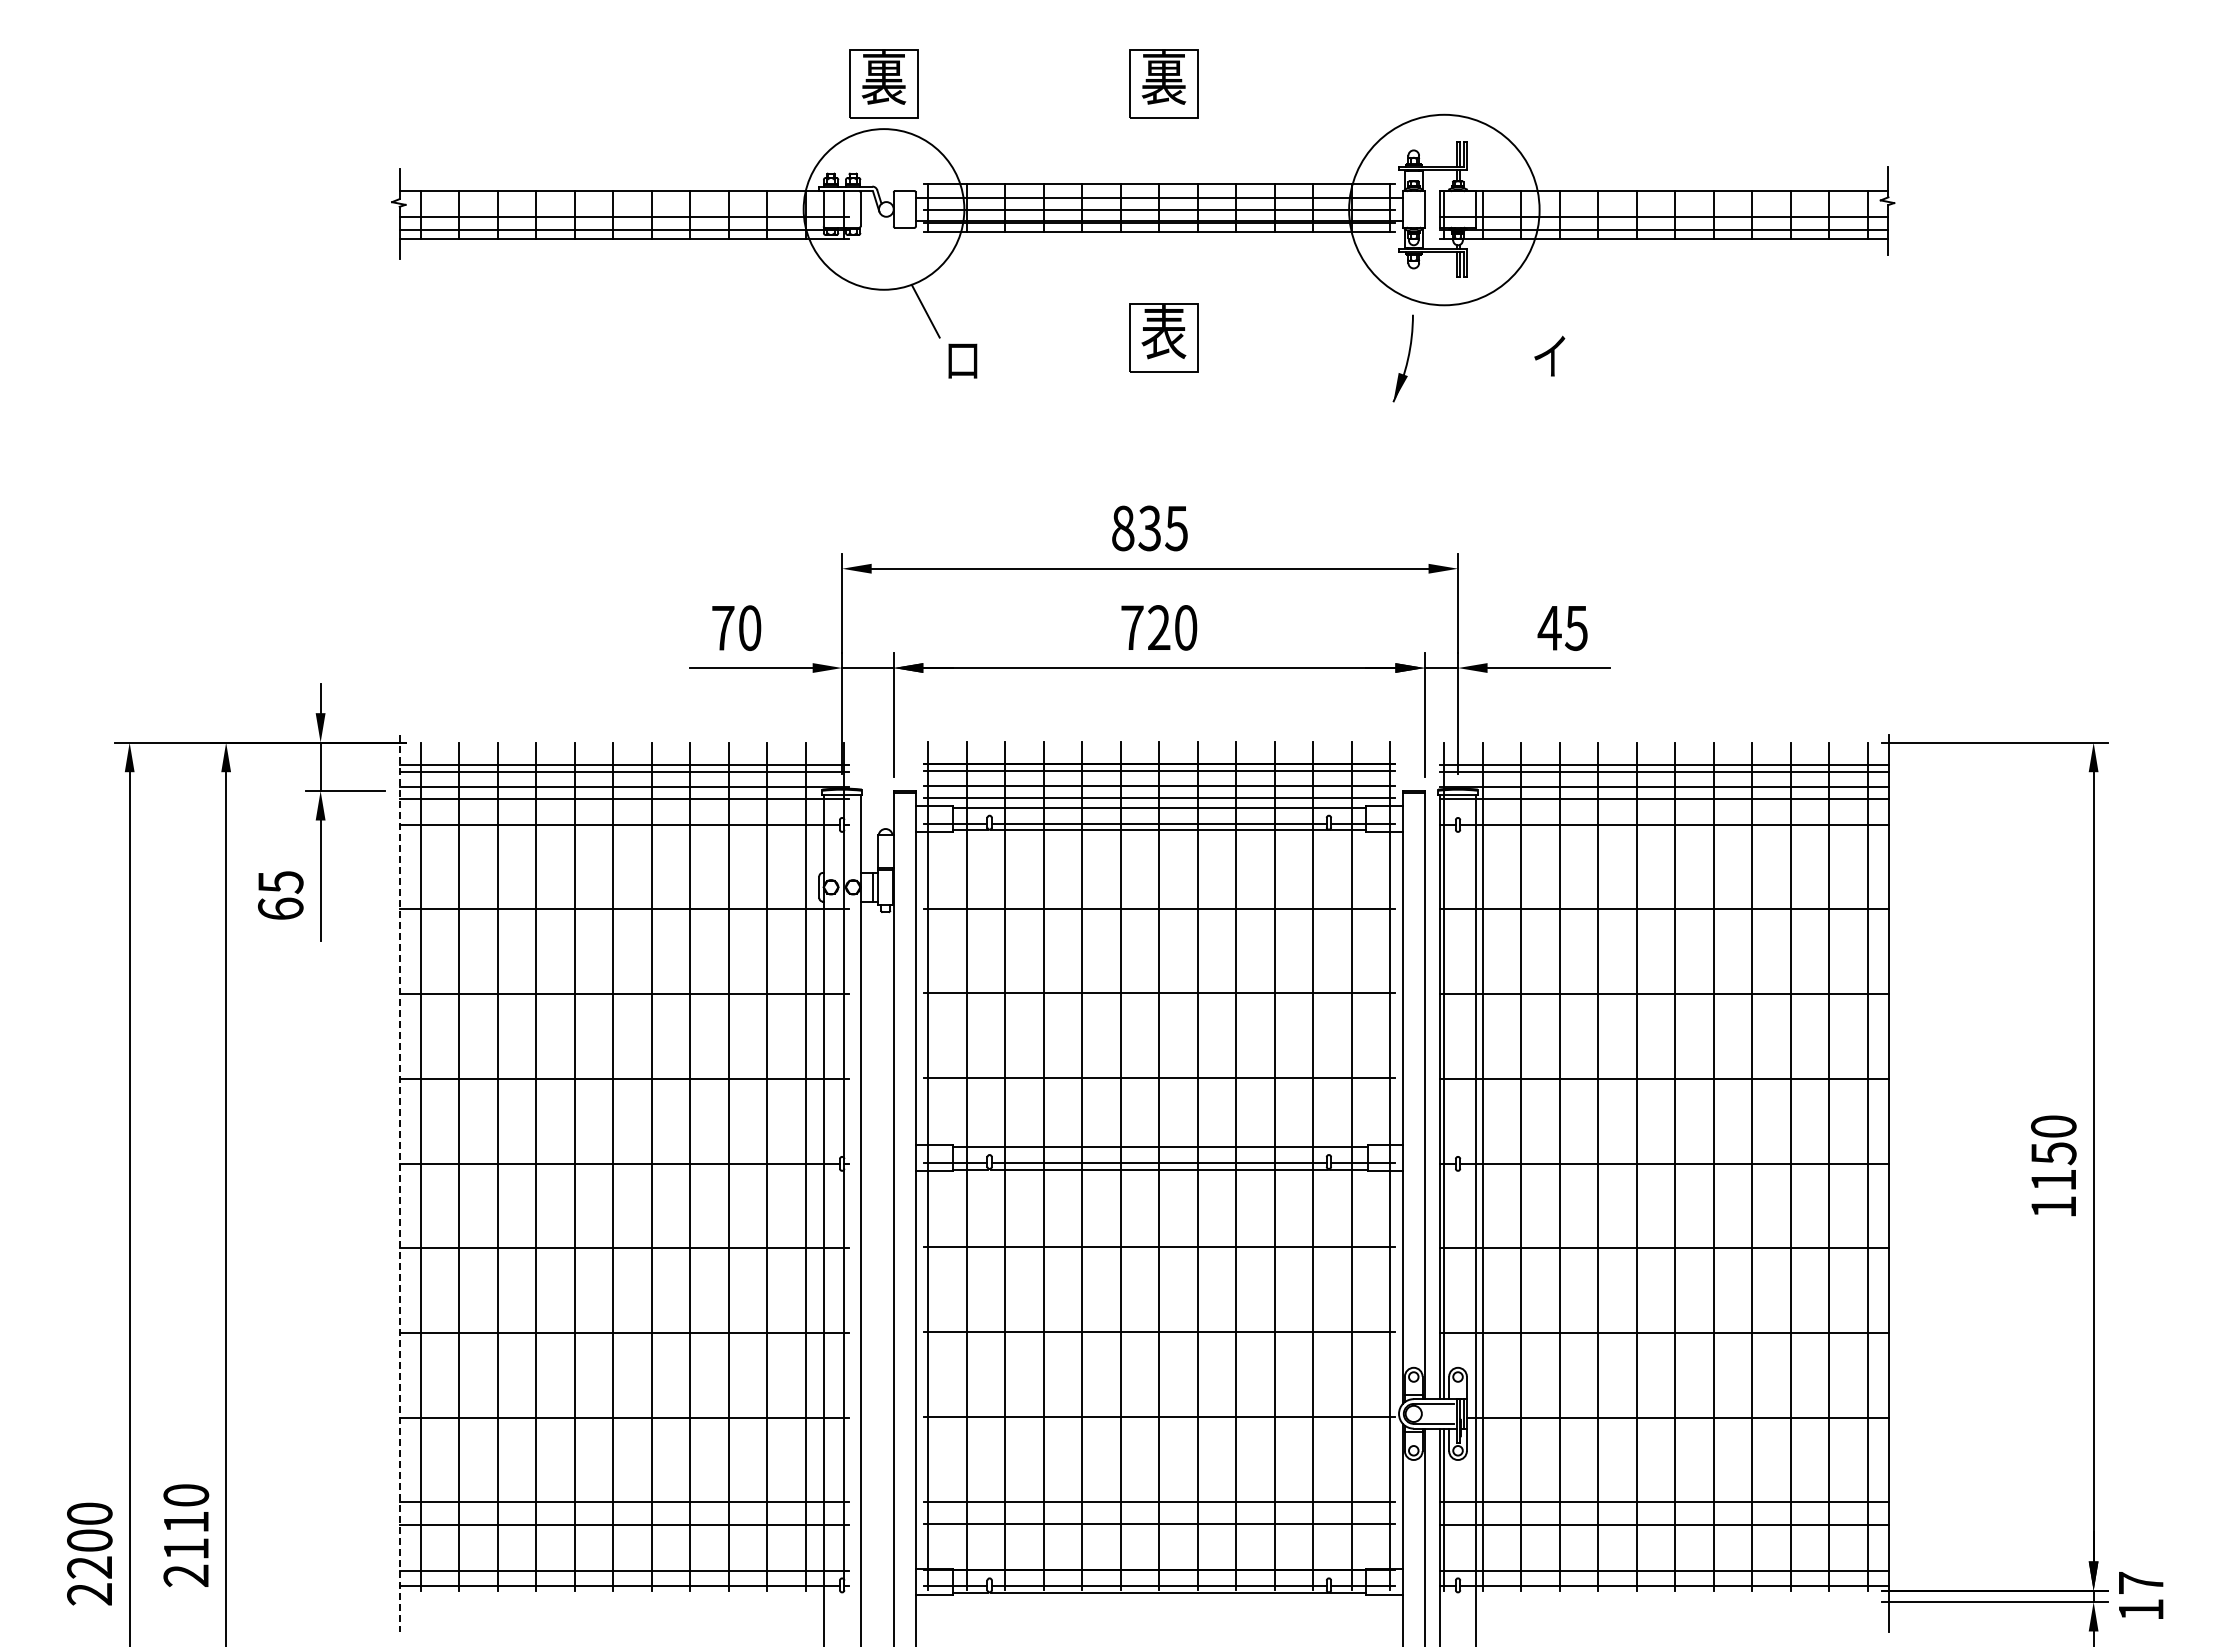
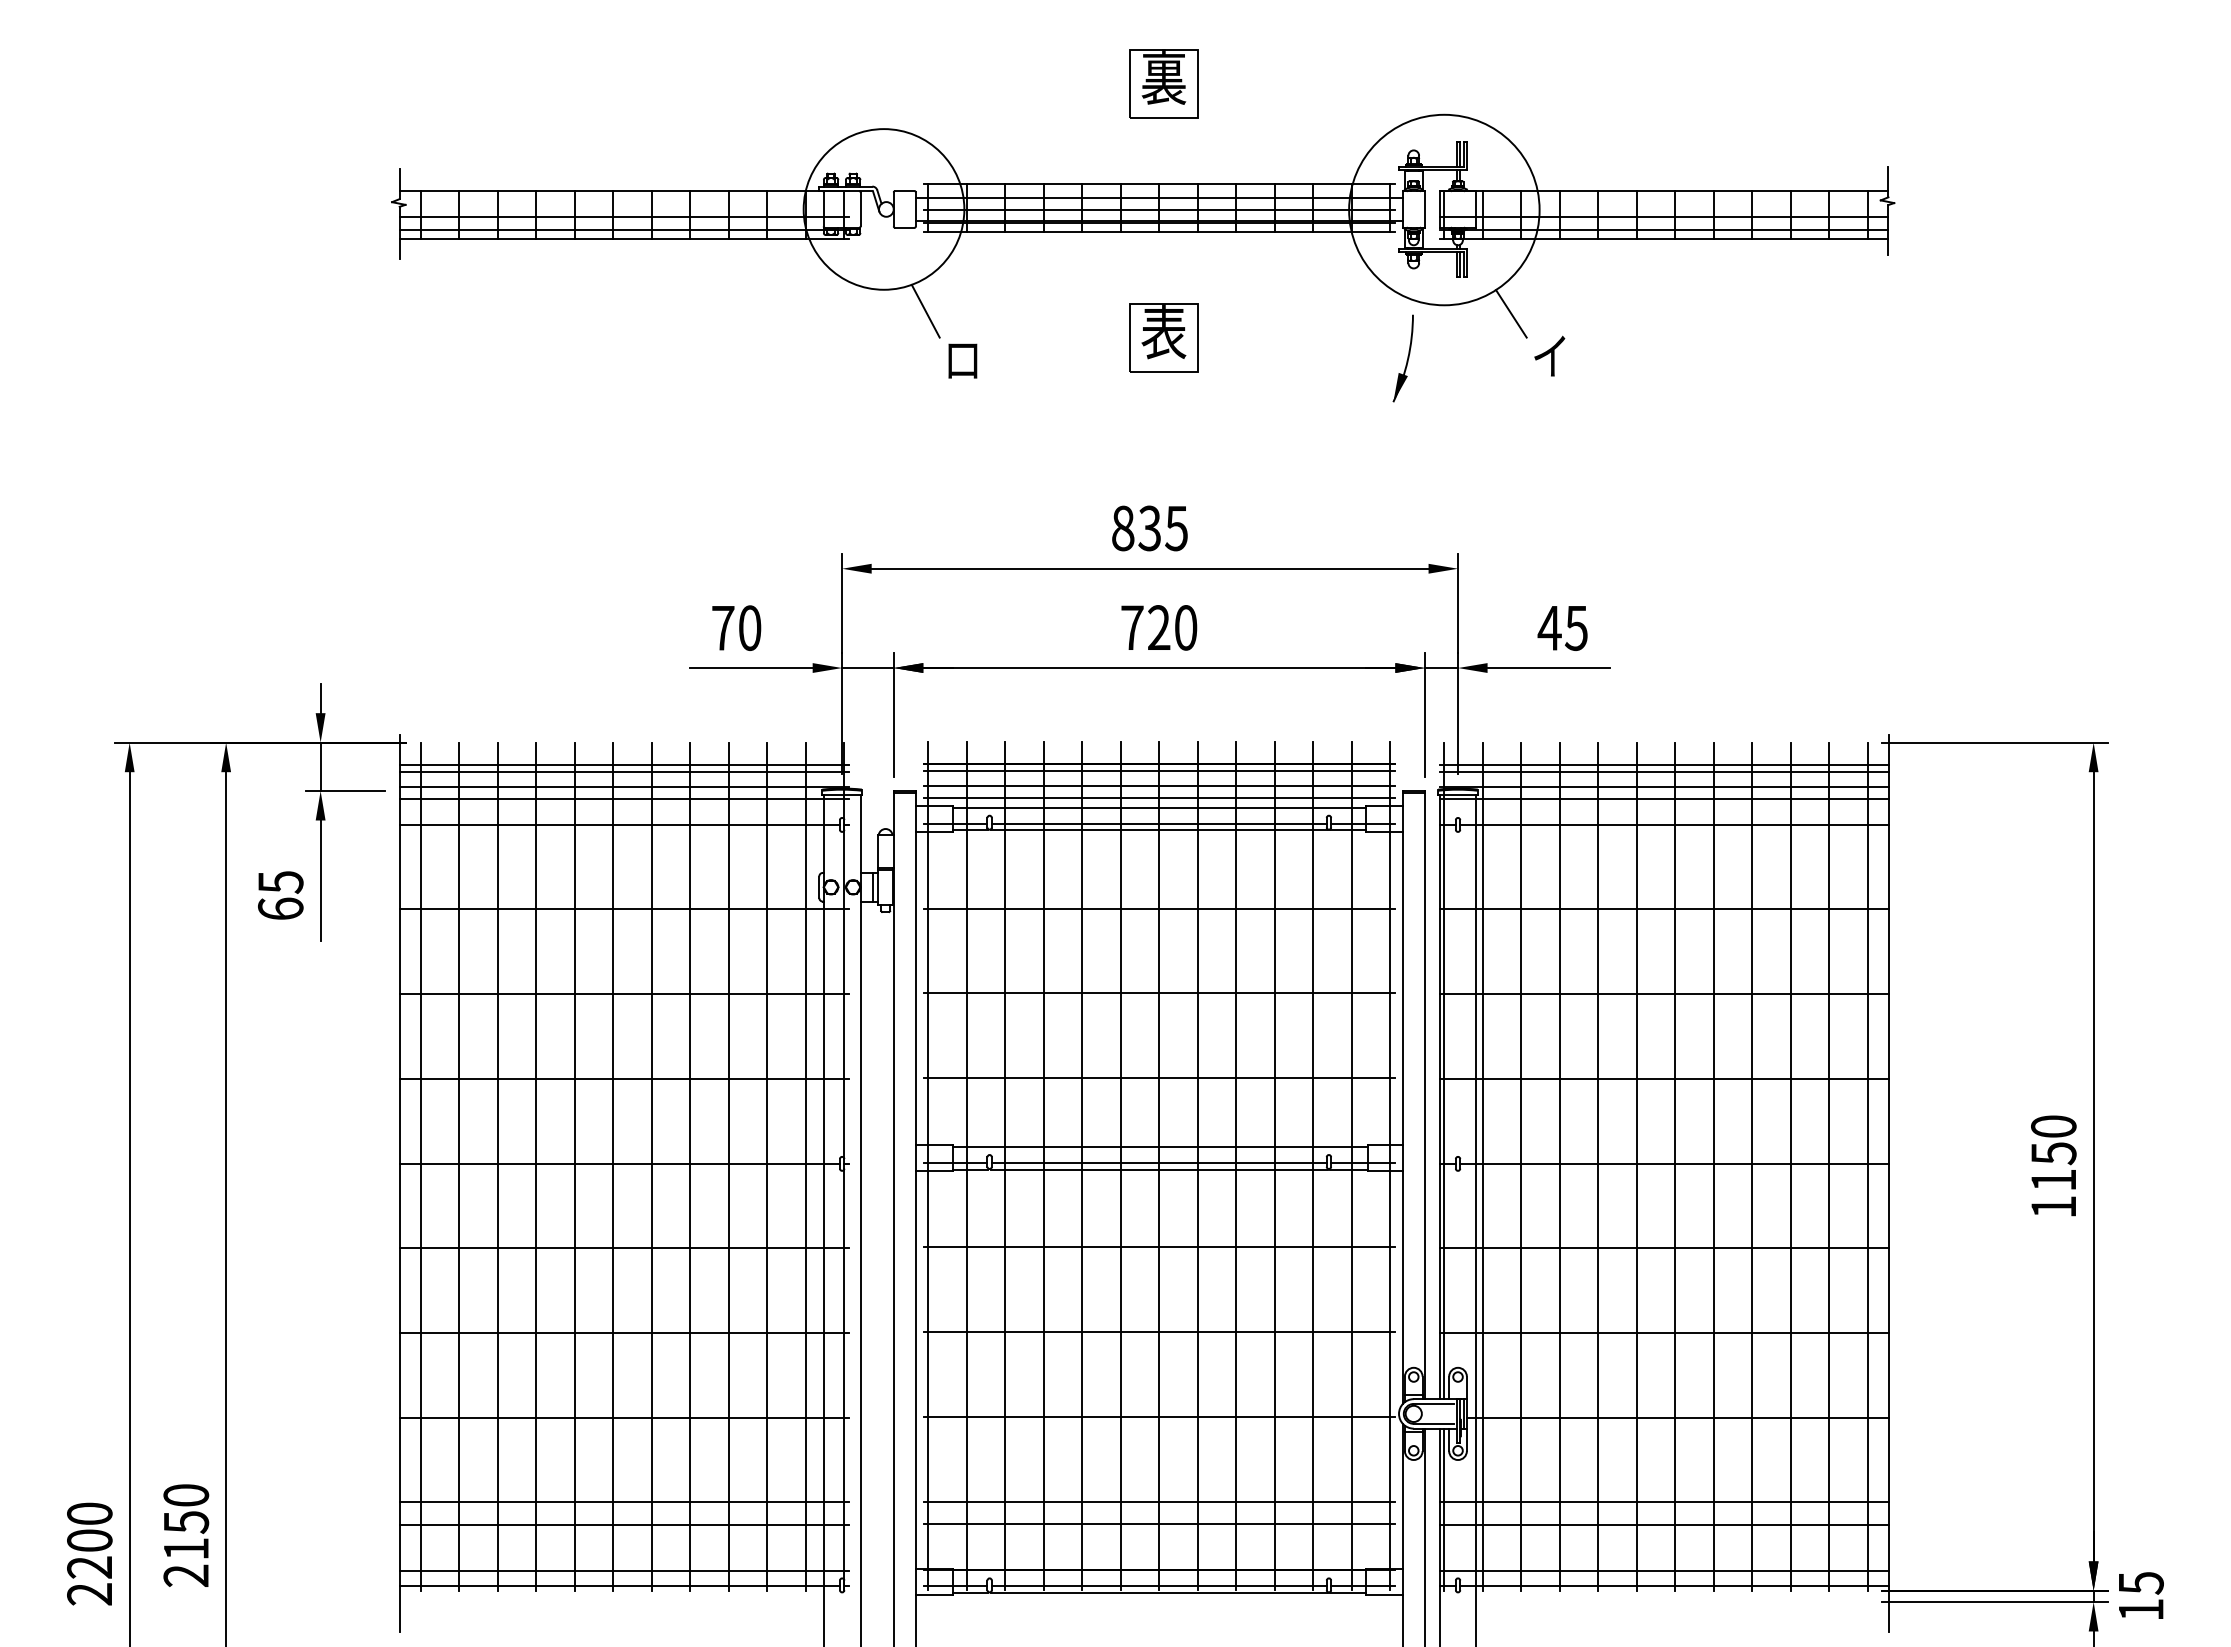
part at (883, 83): present -> none
line at (1511, 313): none -> present
line at (399, 1183): dashed -> solid
text at (186, 1522): 2110 -> 2150
text at (2141, 1583): 17 -> 15
